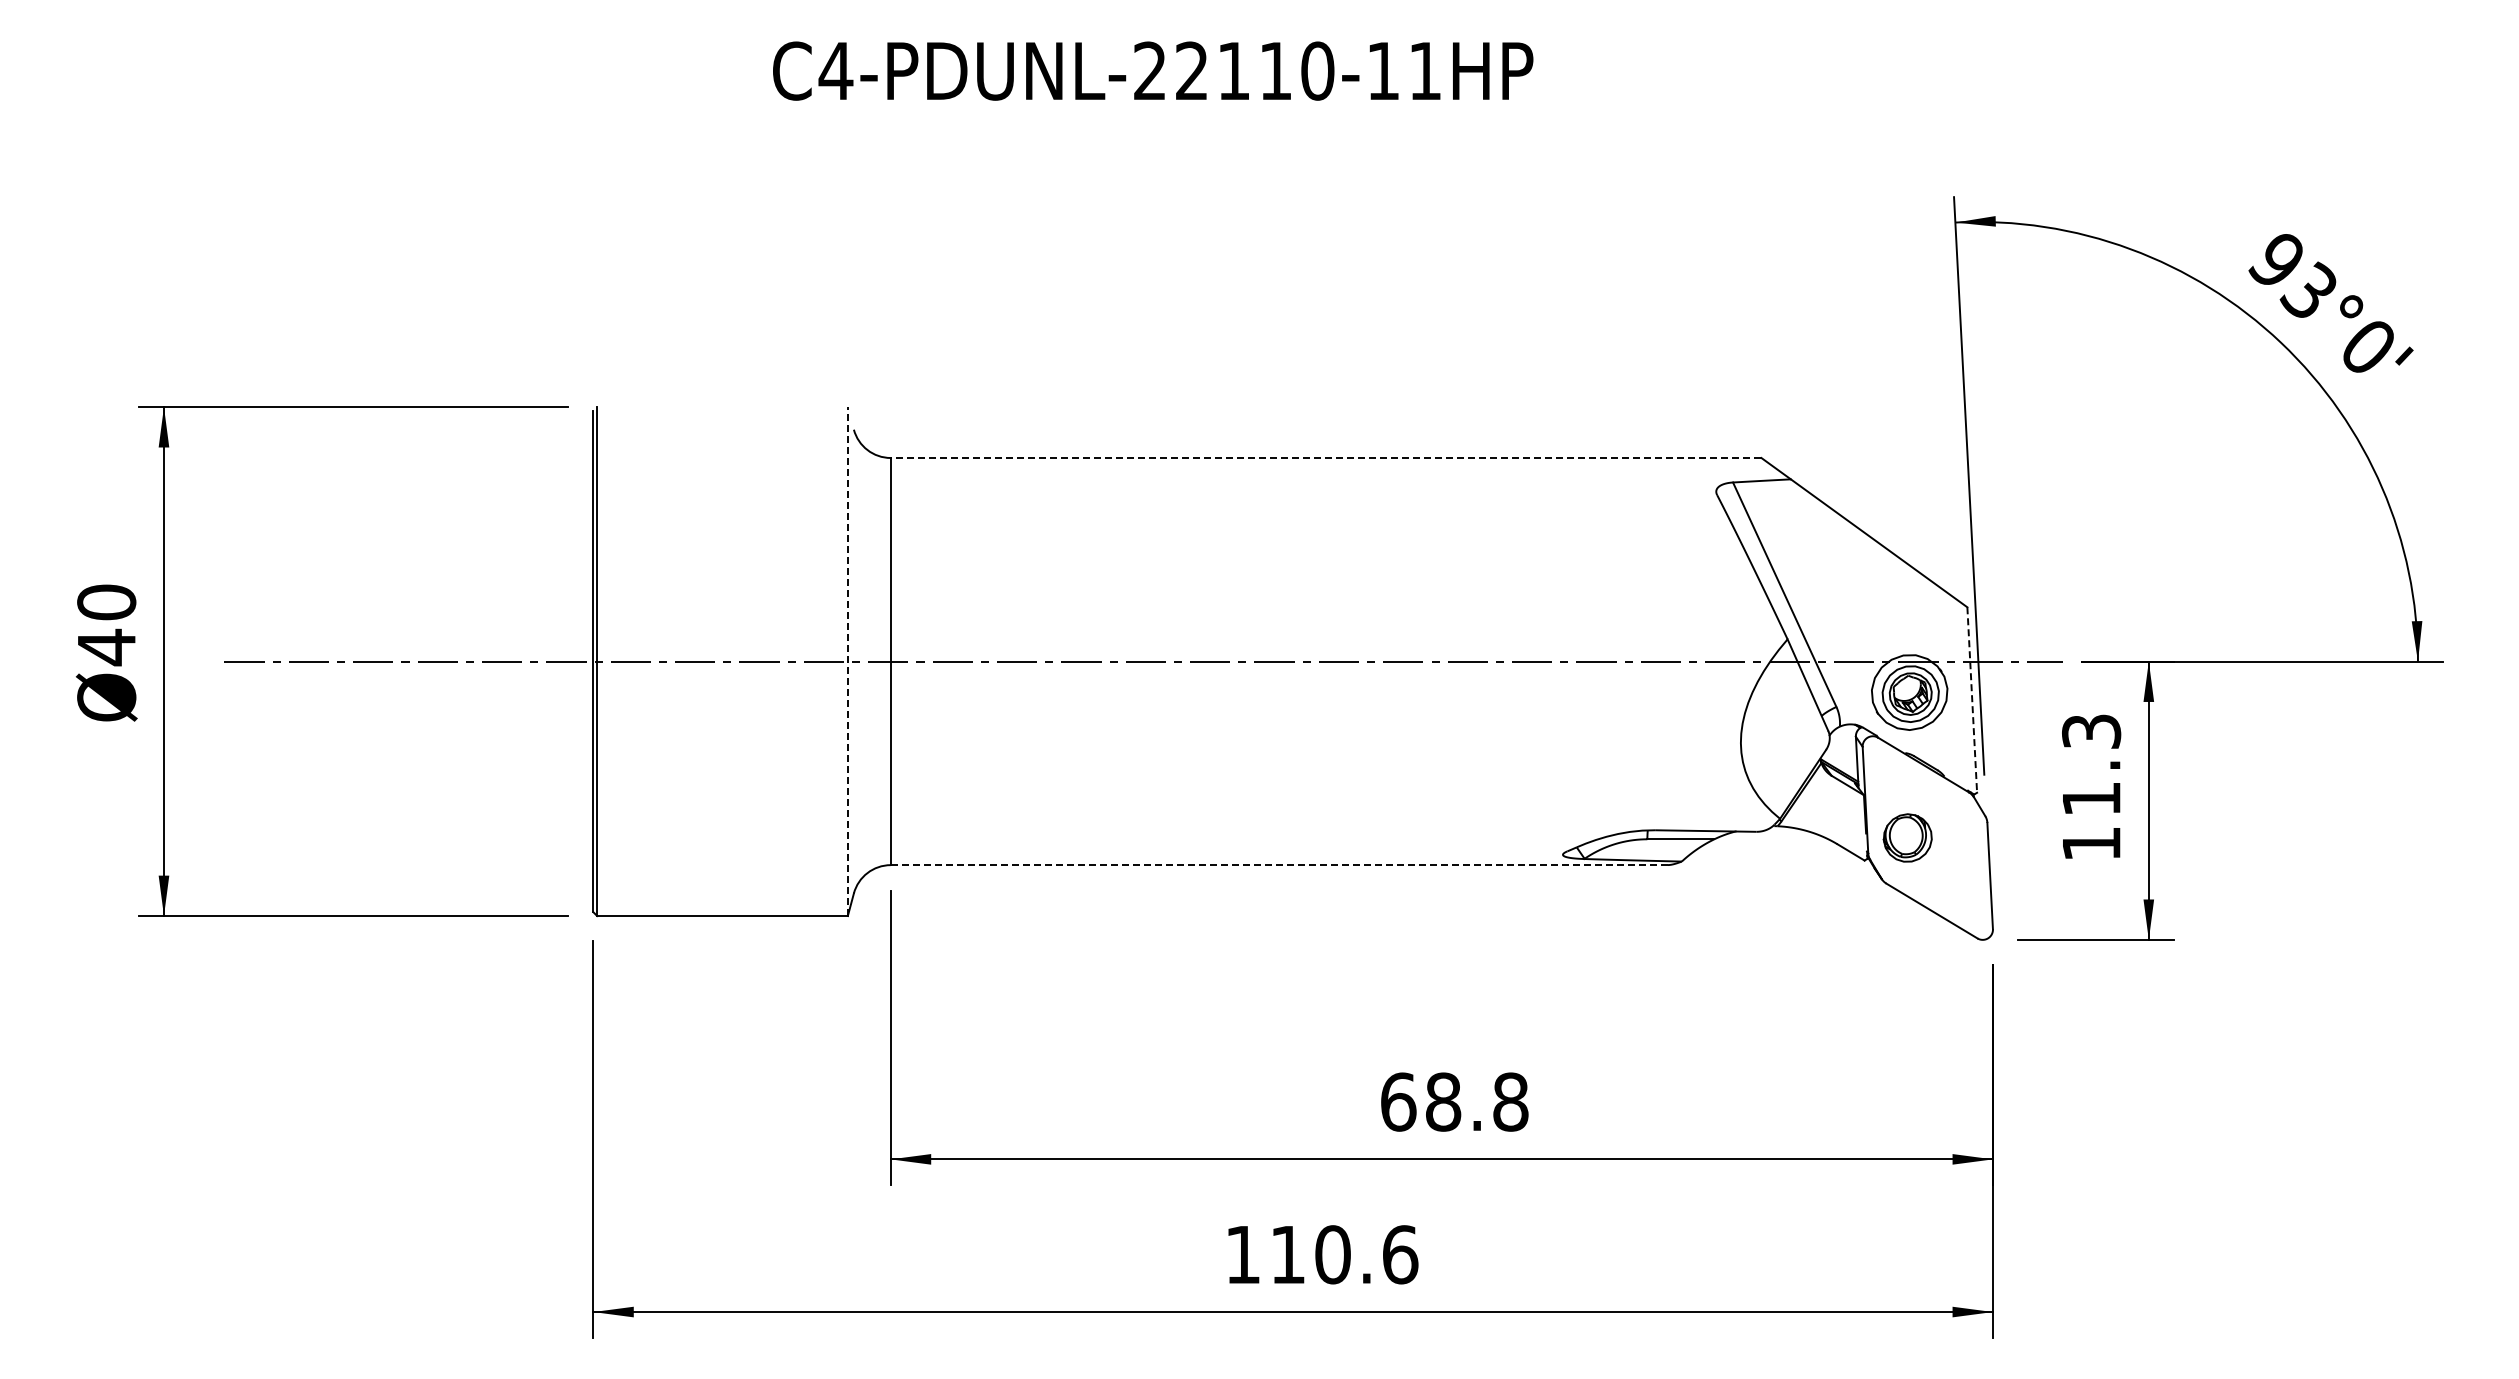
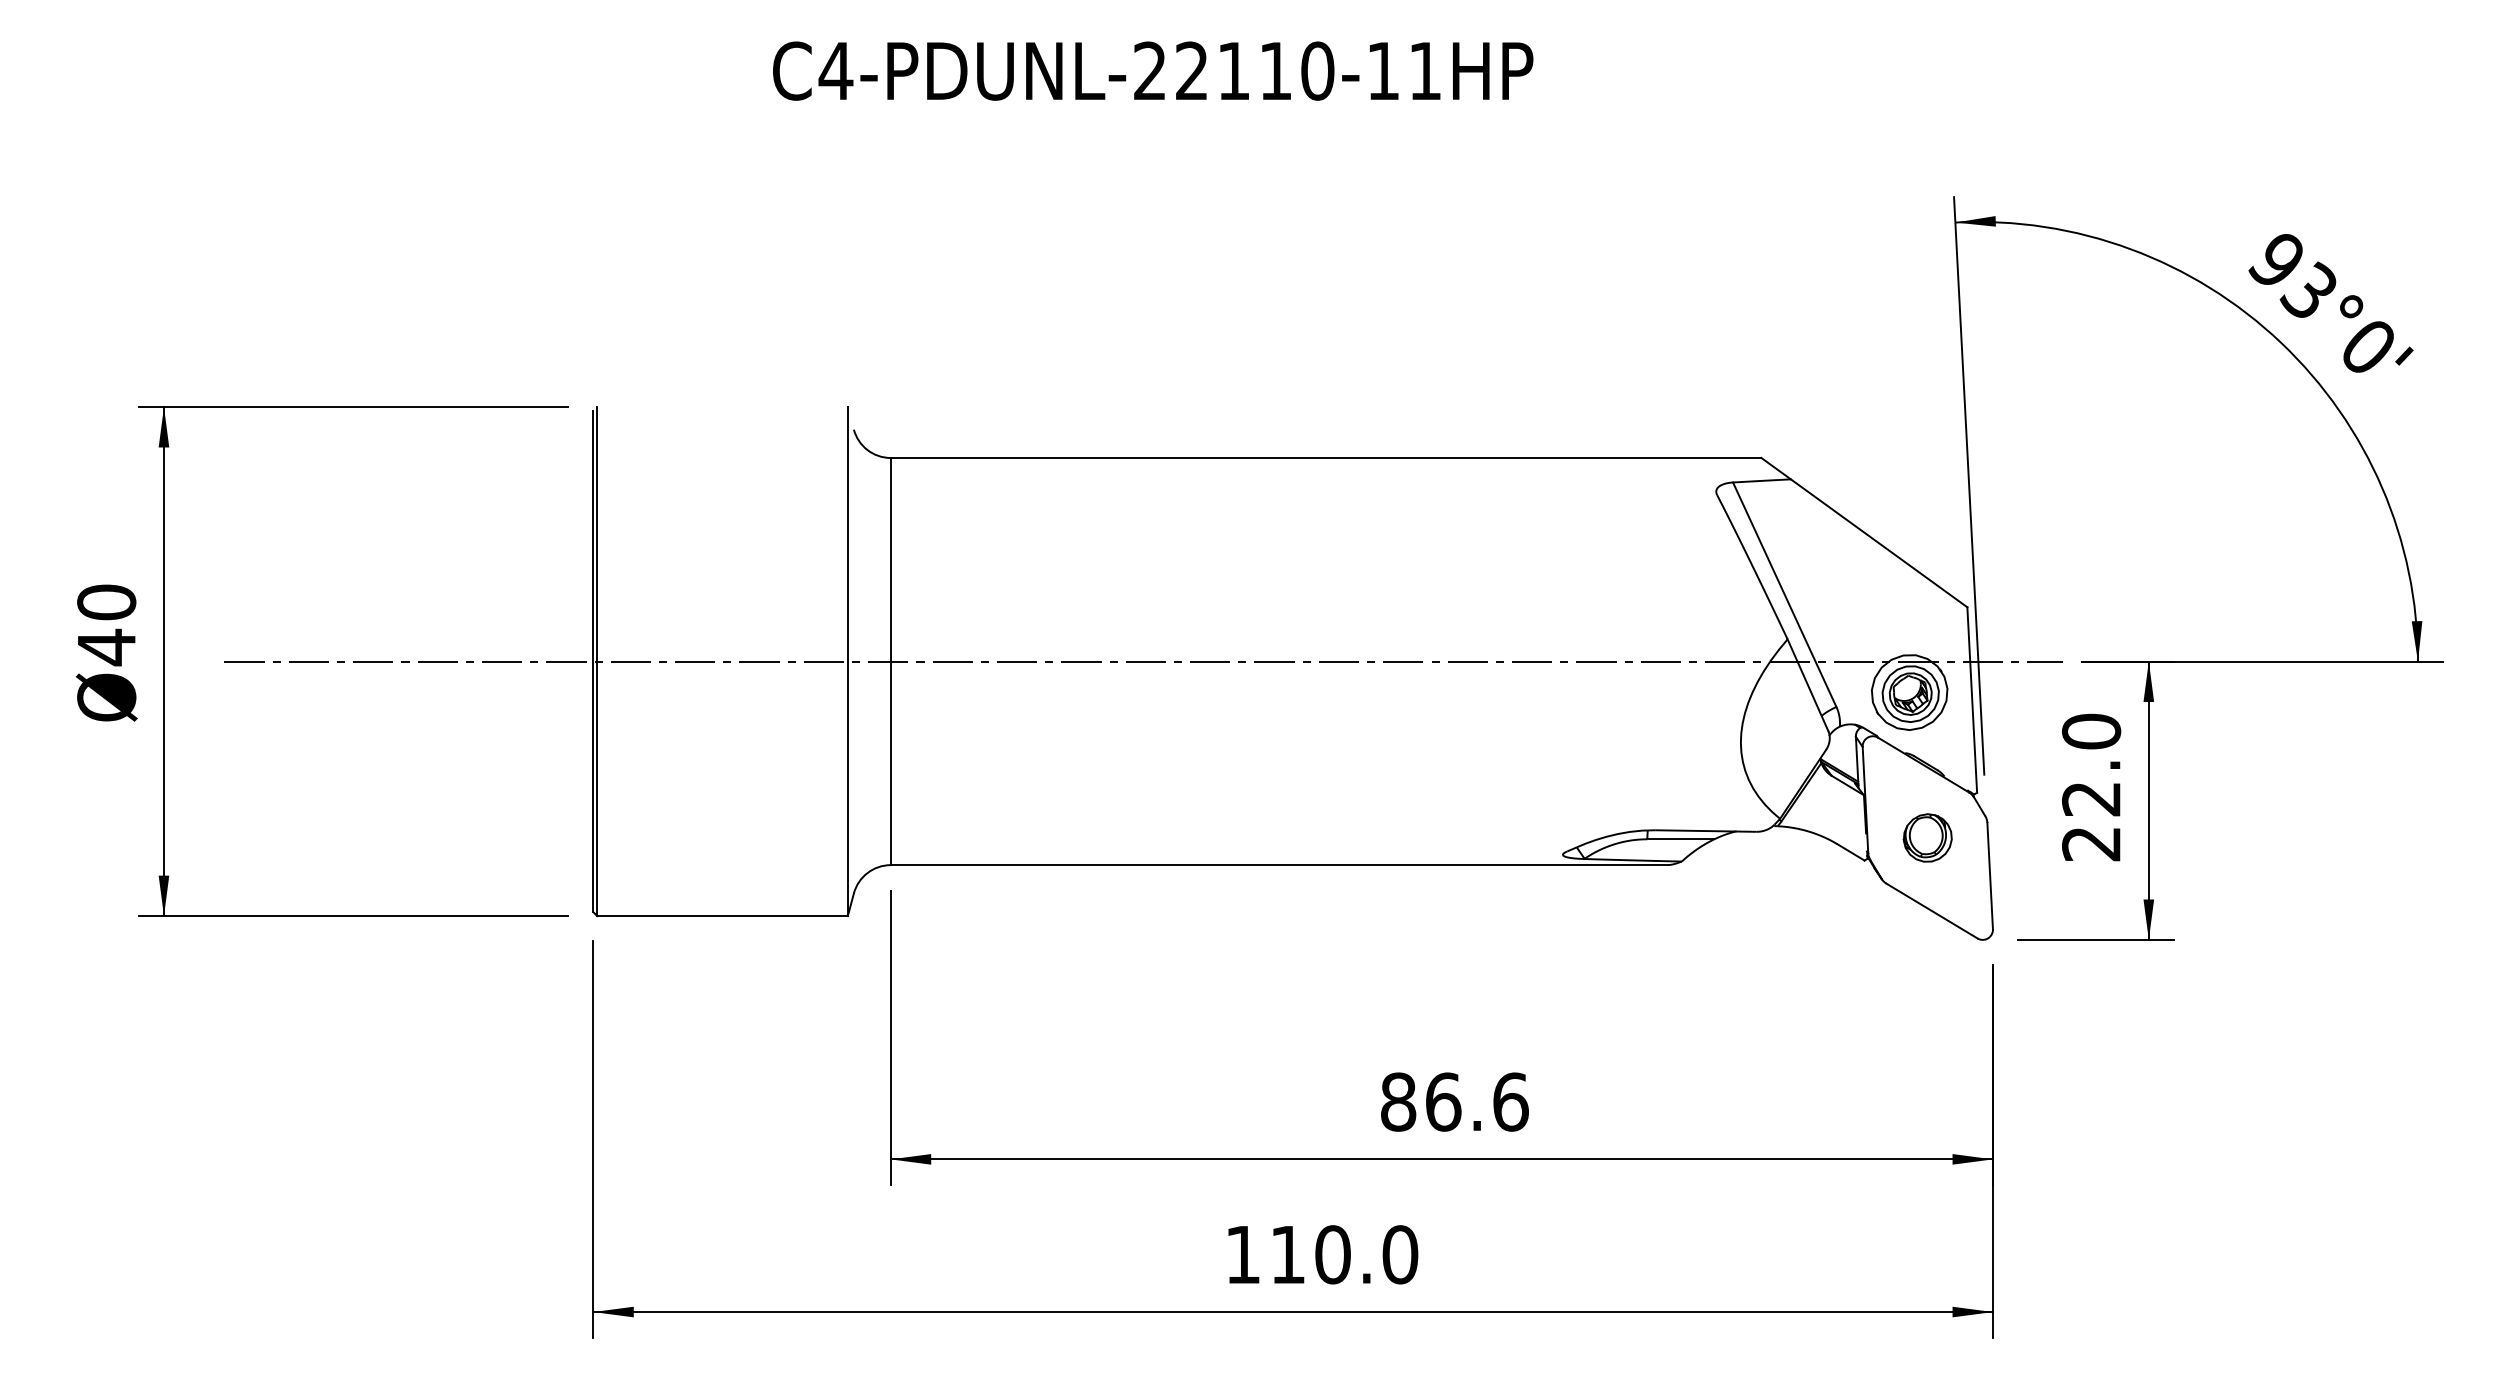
line at (1325, 458): dashed -> solid
line at (847, 661): dashed -> solid
line at (1972, 700): dashed -> solid
text at (2091, 787): 11.3 -> 22.0
part at (1907, 837) position: (1907, 837) -> (1927, 837)
line at (1279, 865): dashed -> solid
text at (1454, 1101): 68.8 -> 86.6
text at (1400, 1254): 110.6 -> 110.0
